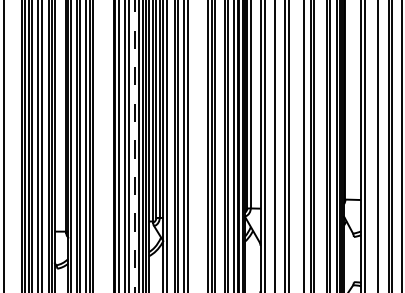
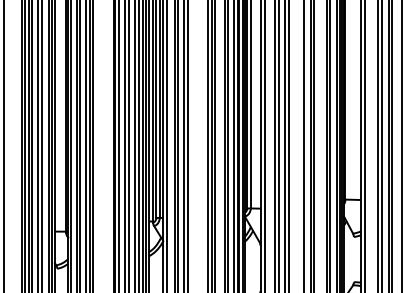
line at (279, 145): none -> present
line at (382, 145): none -> present
line at (134, 146): dashed -> solid
